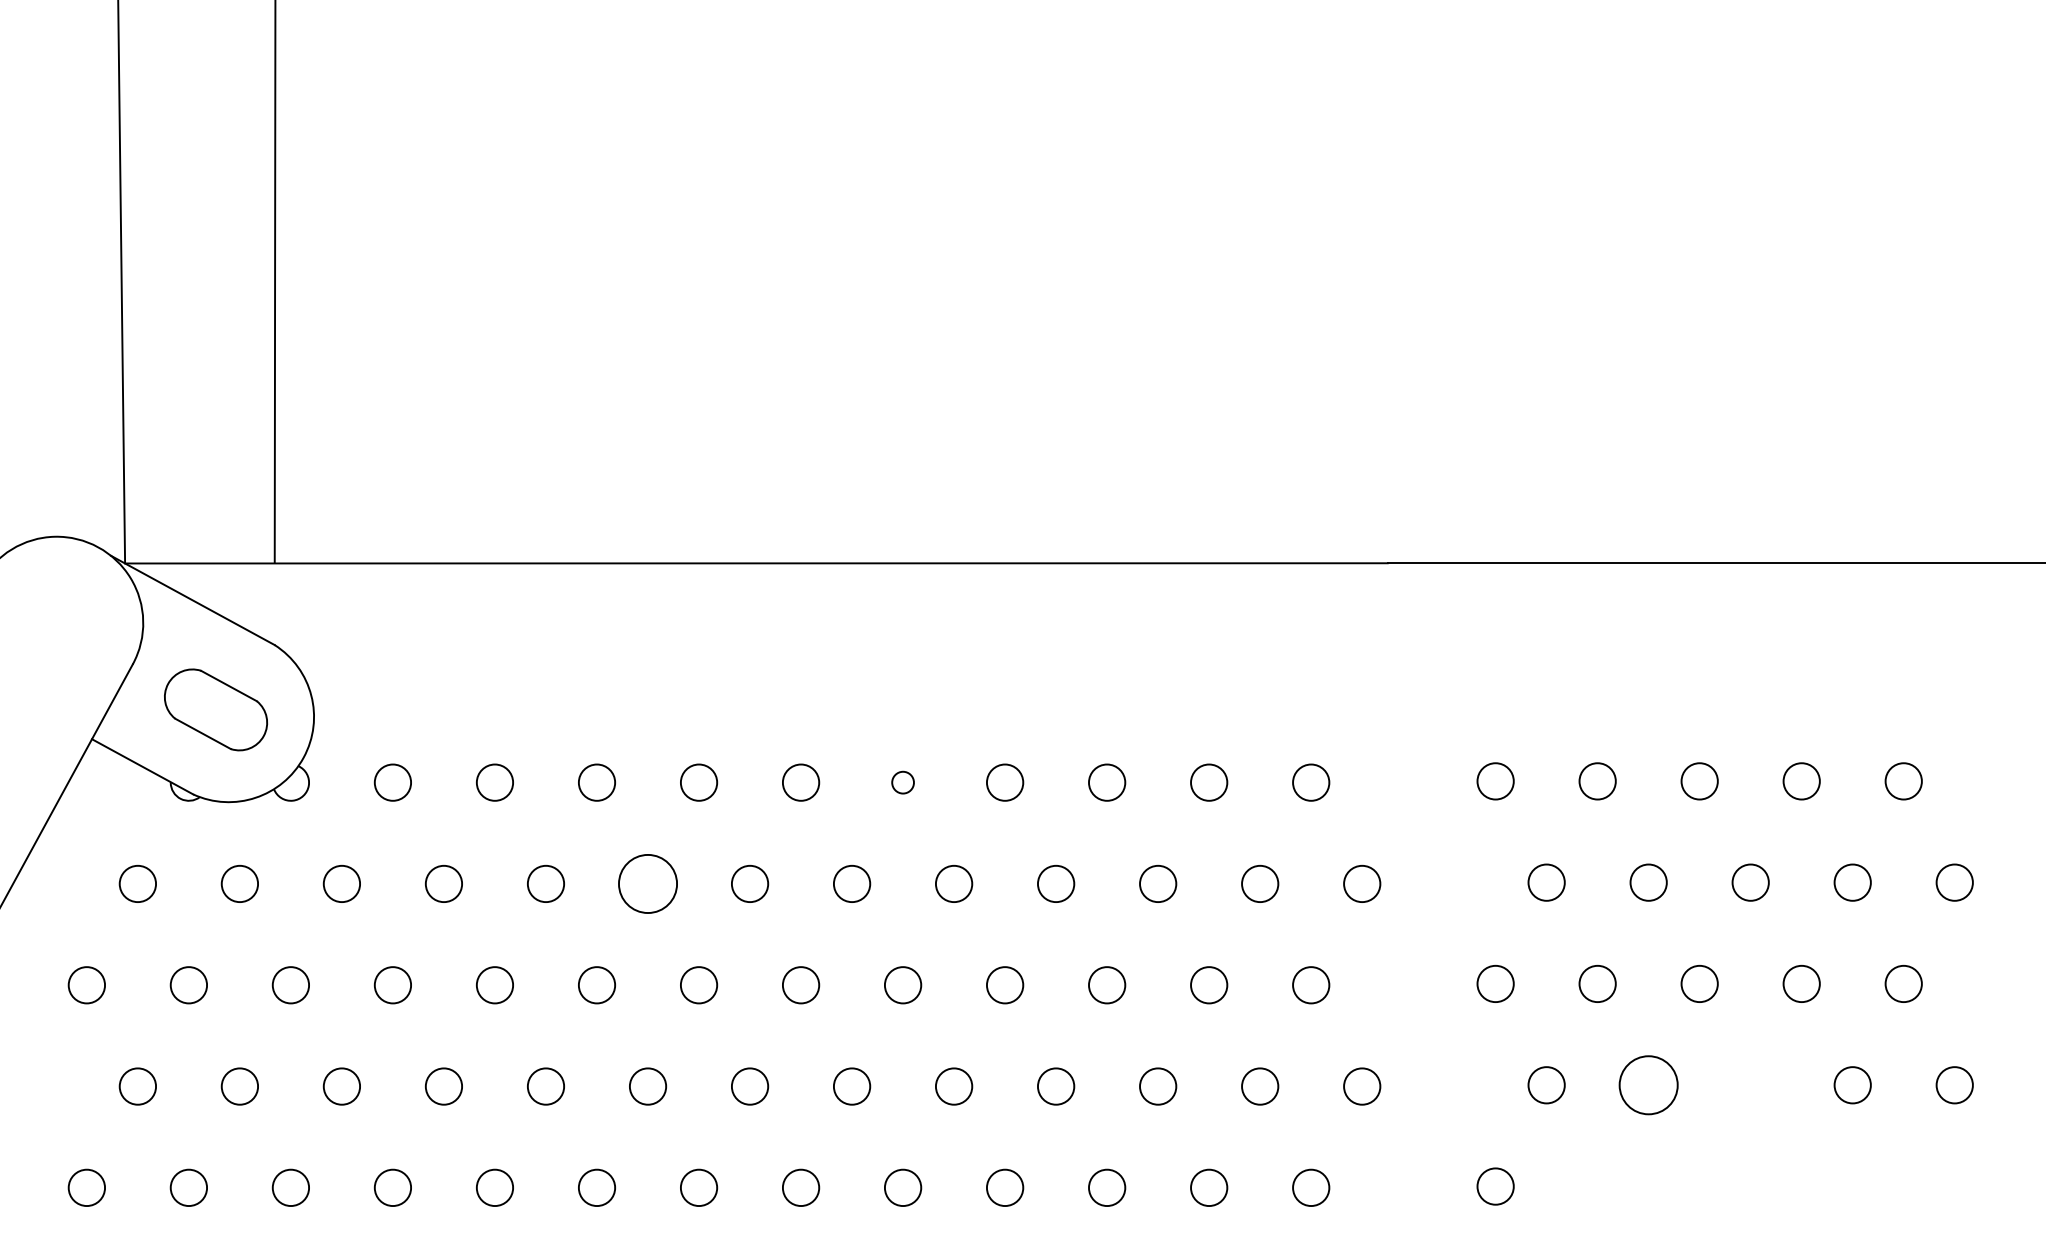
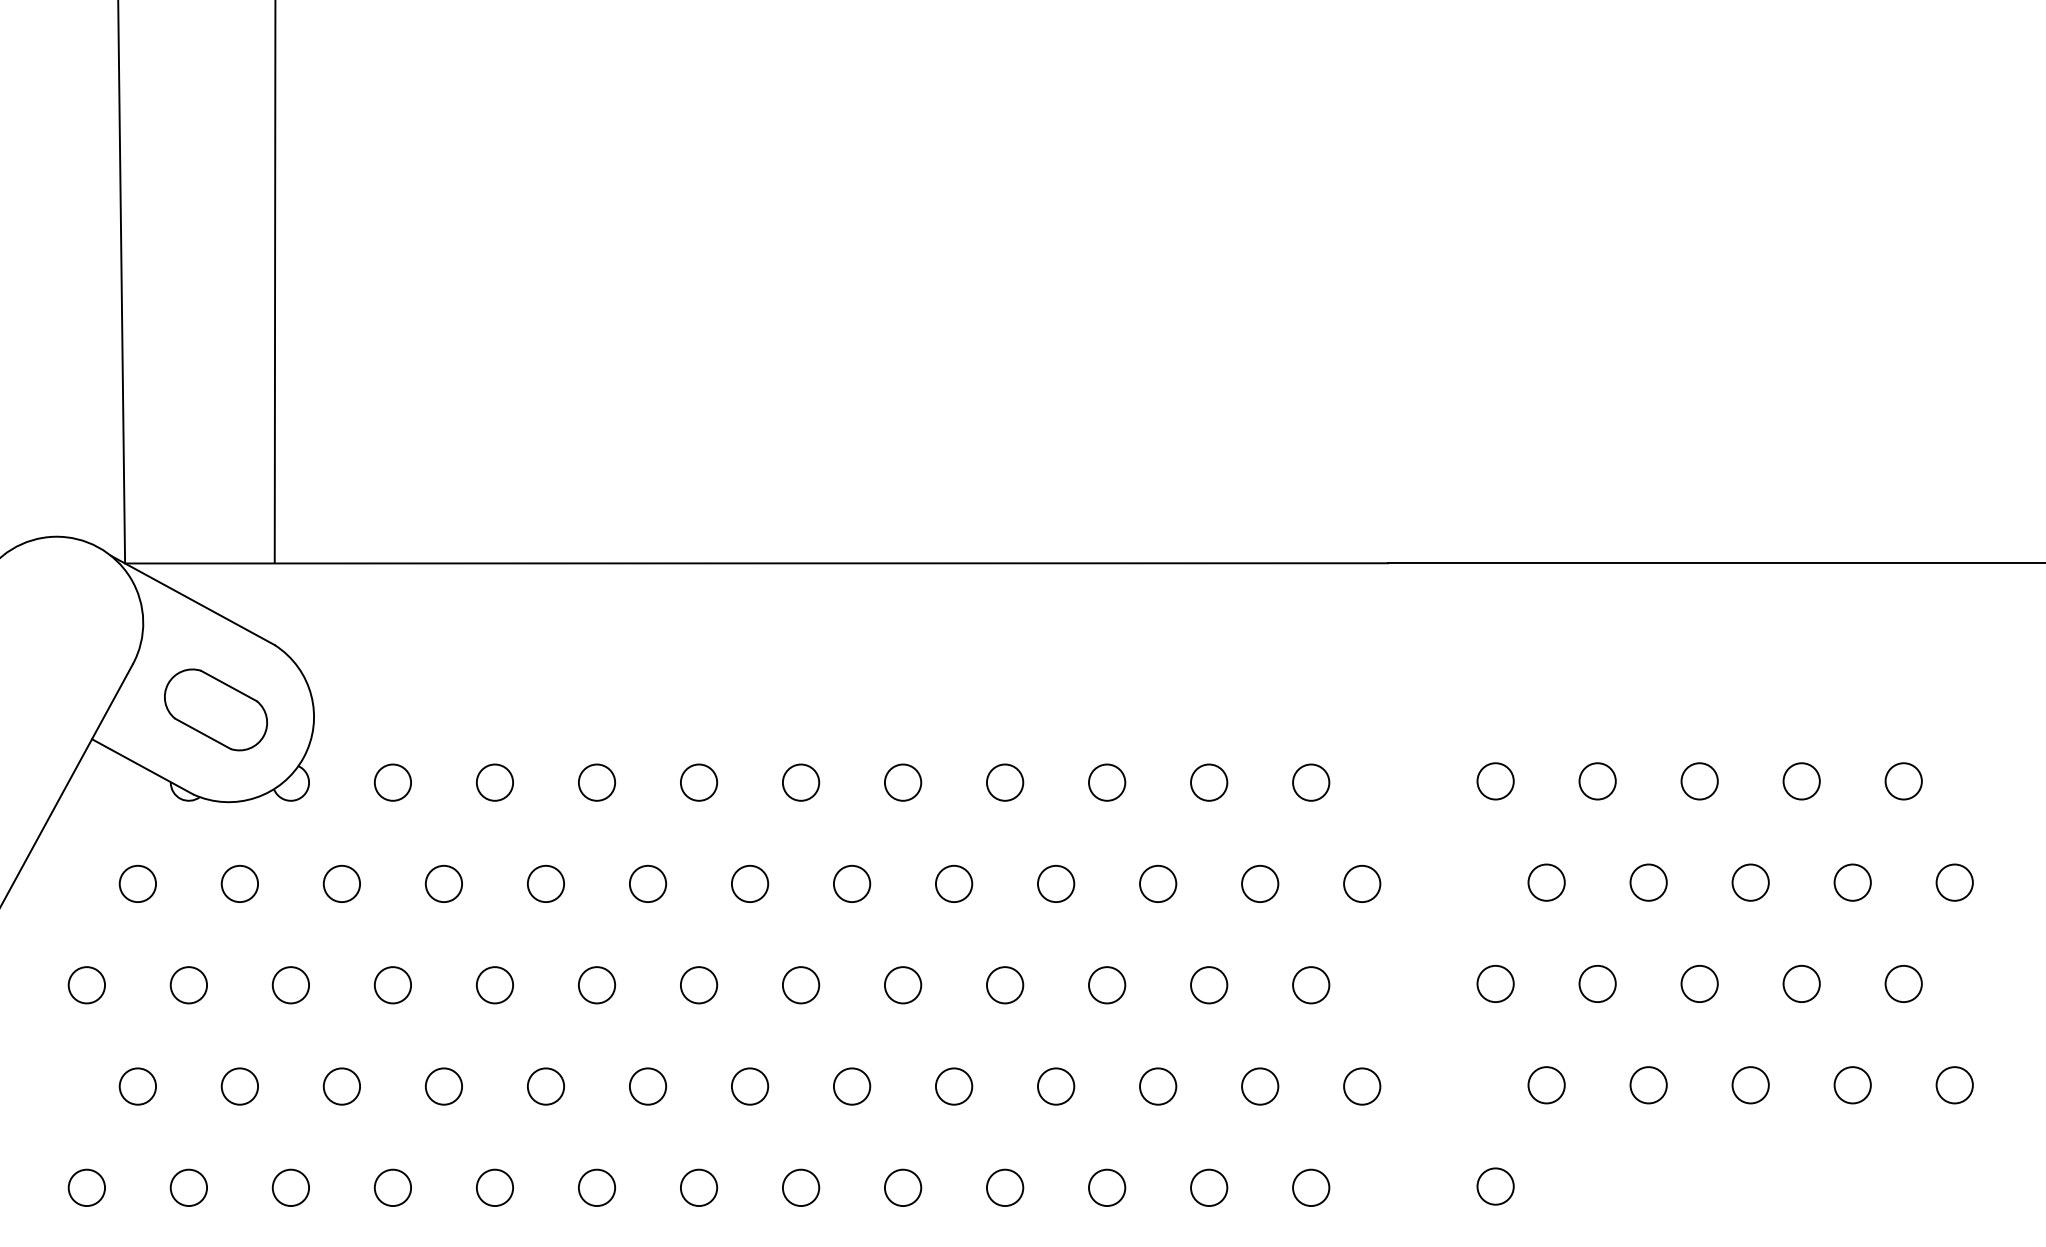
circle at (902, 782) diameter: 22 px -> 36 px
circle at (647, 883) diameter: 58 px -> 36 px
circle at (1648, 1085) diameter: 58 px -> 36 px
circle at (1750, 1085): none -> present
